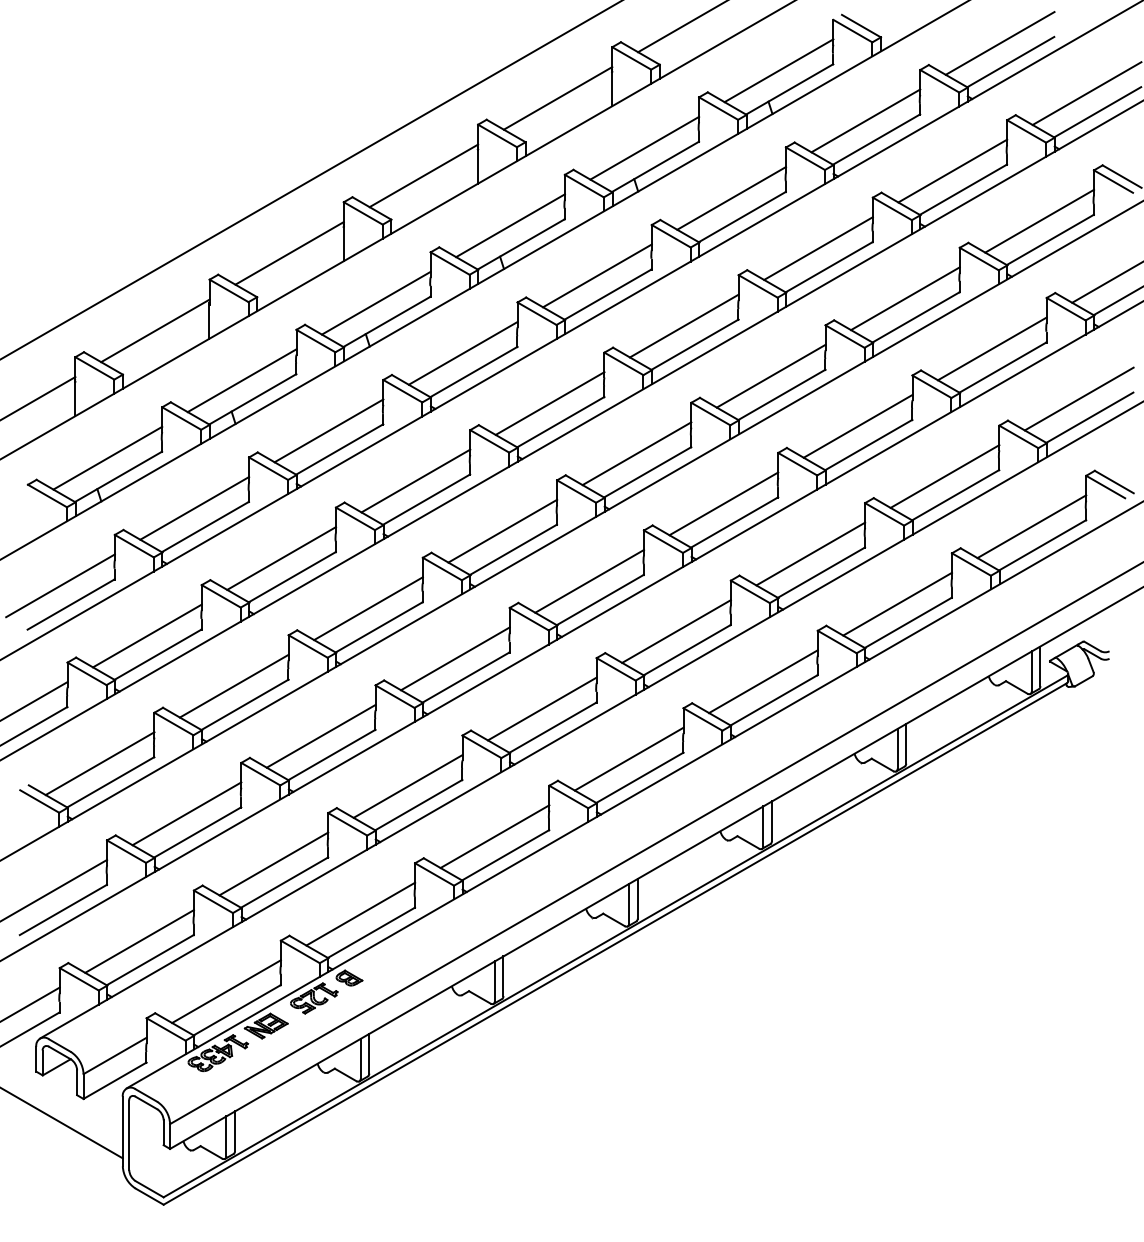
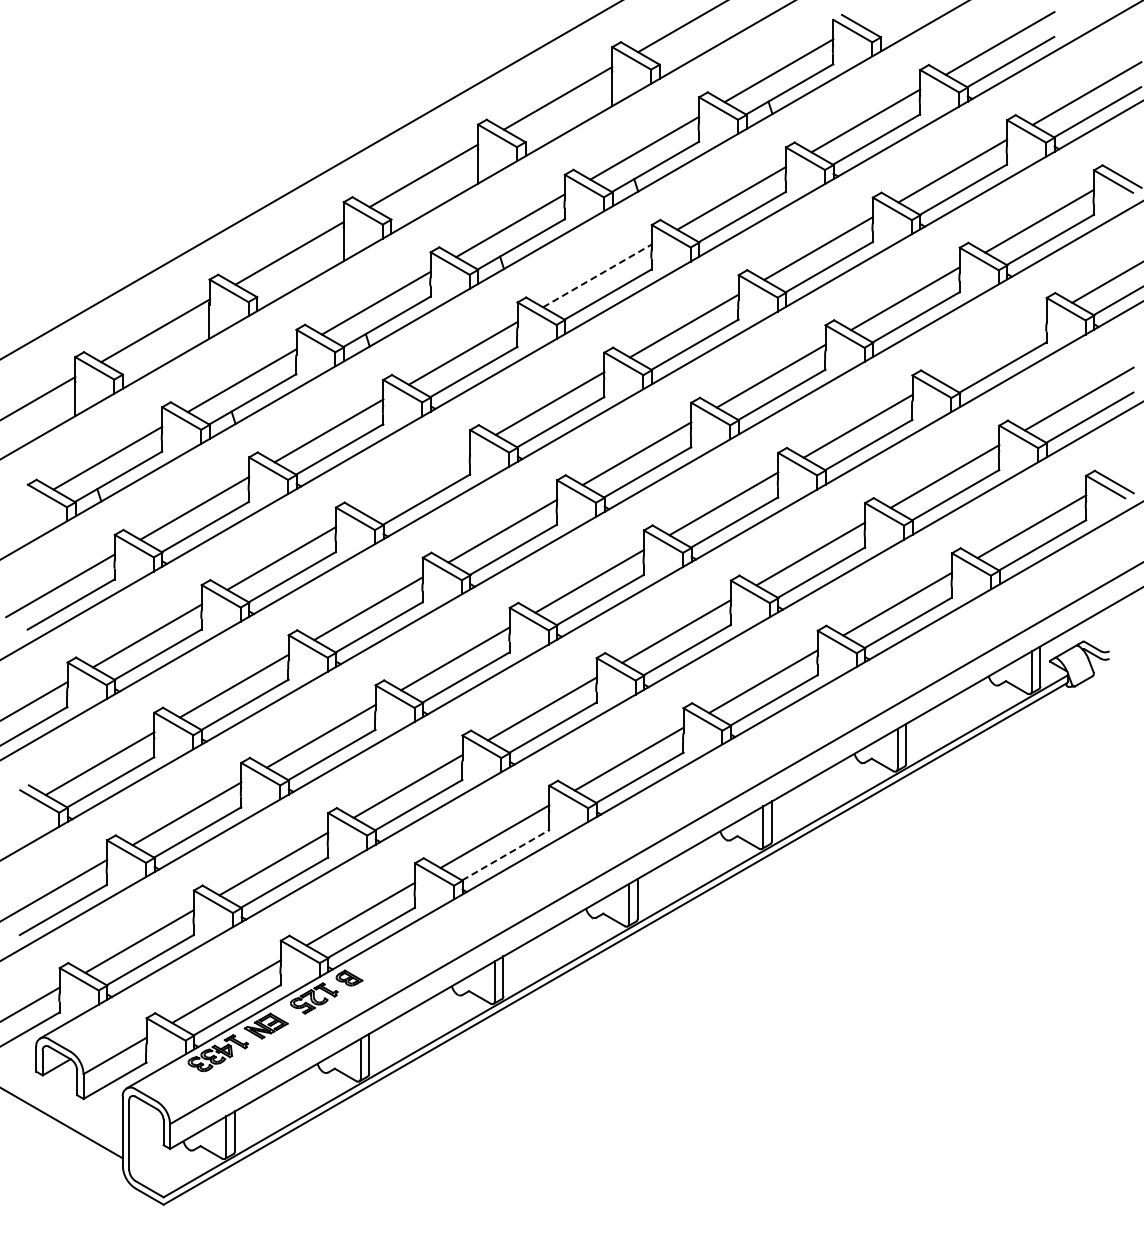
line at (597, 275): solid -> dashed
line at (991, 348): present -> none
line at (415, 480): present -> none
line at (506, 855): solid -> dashed
